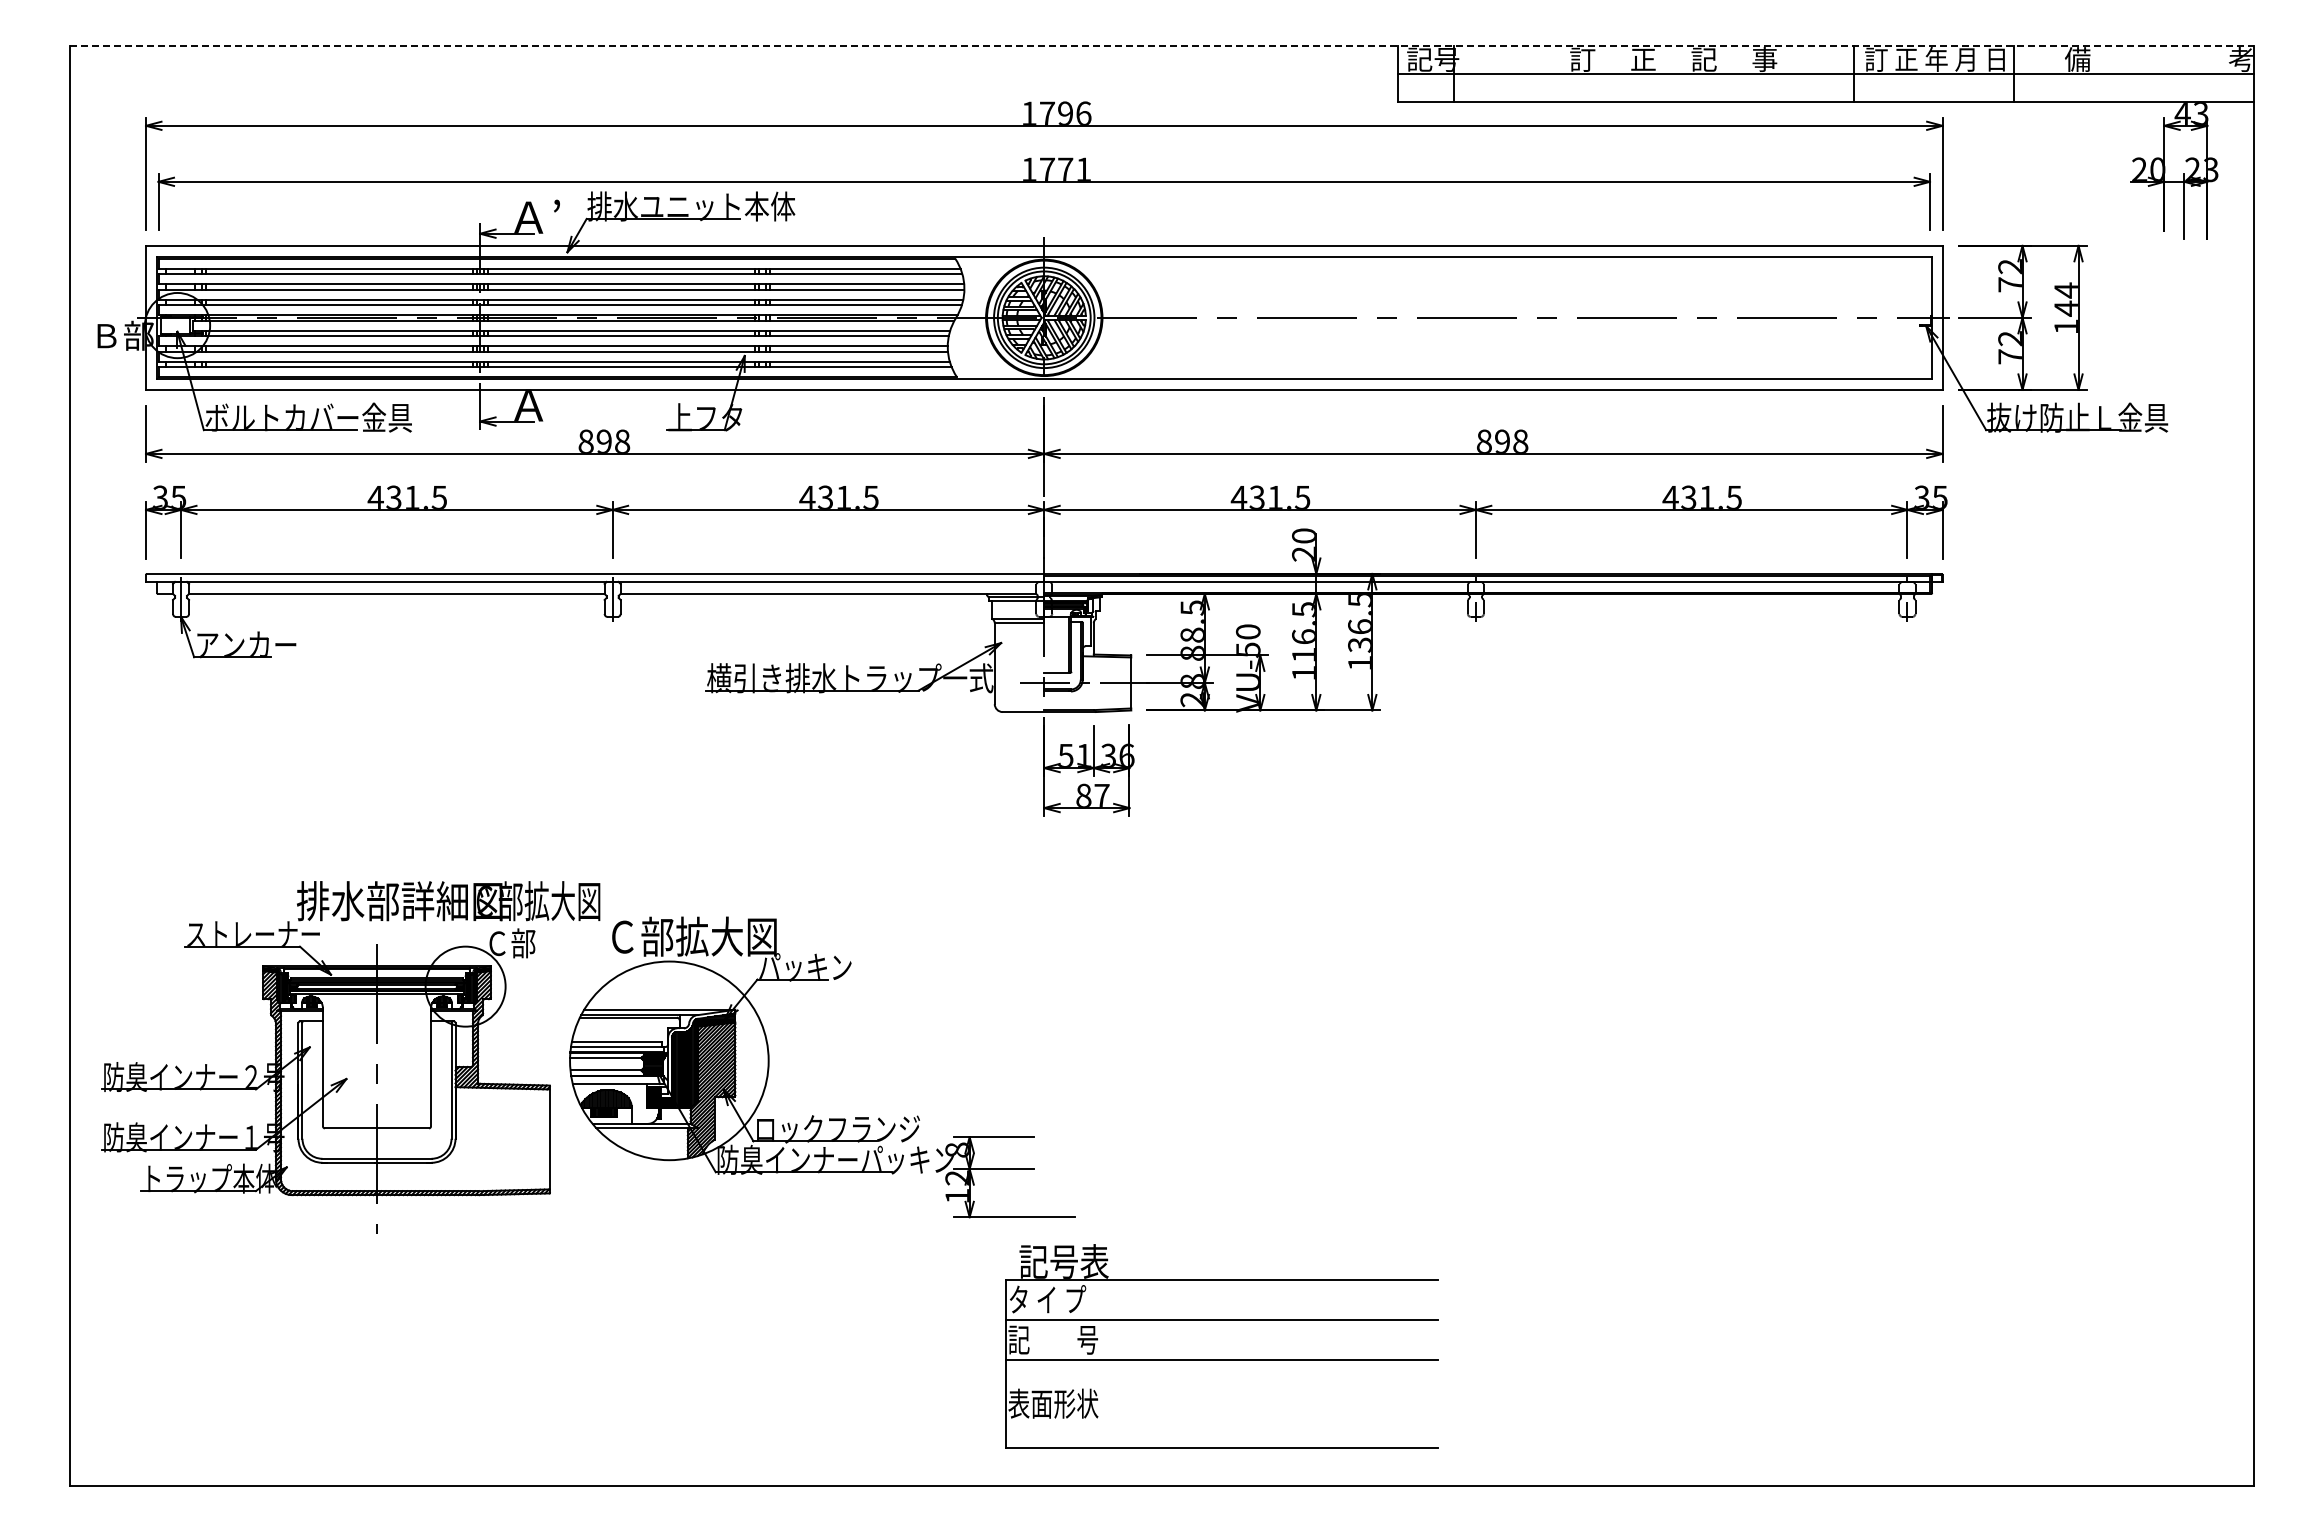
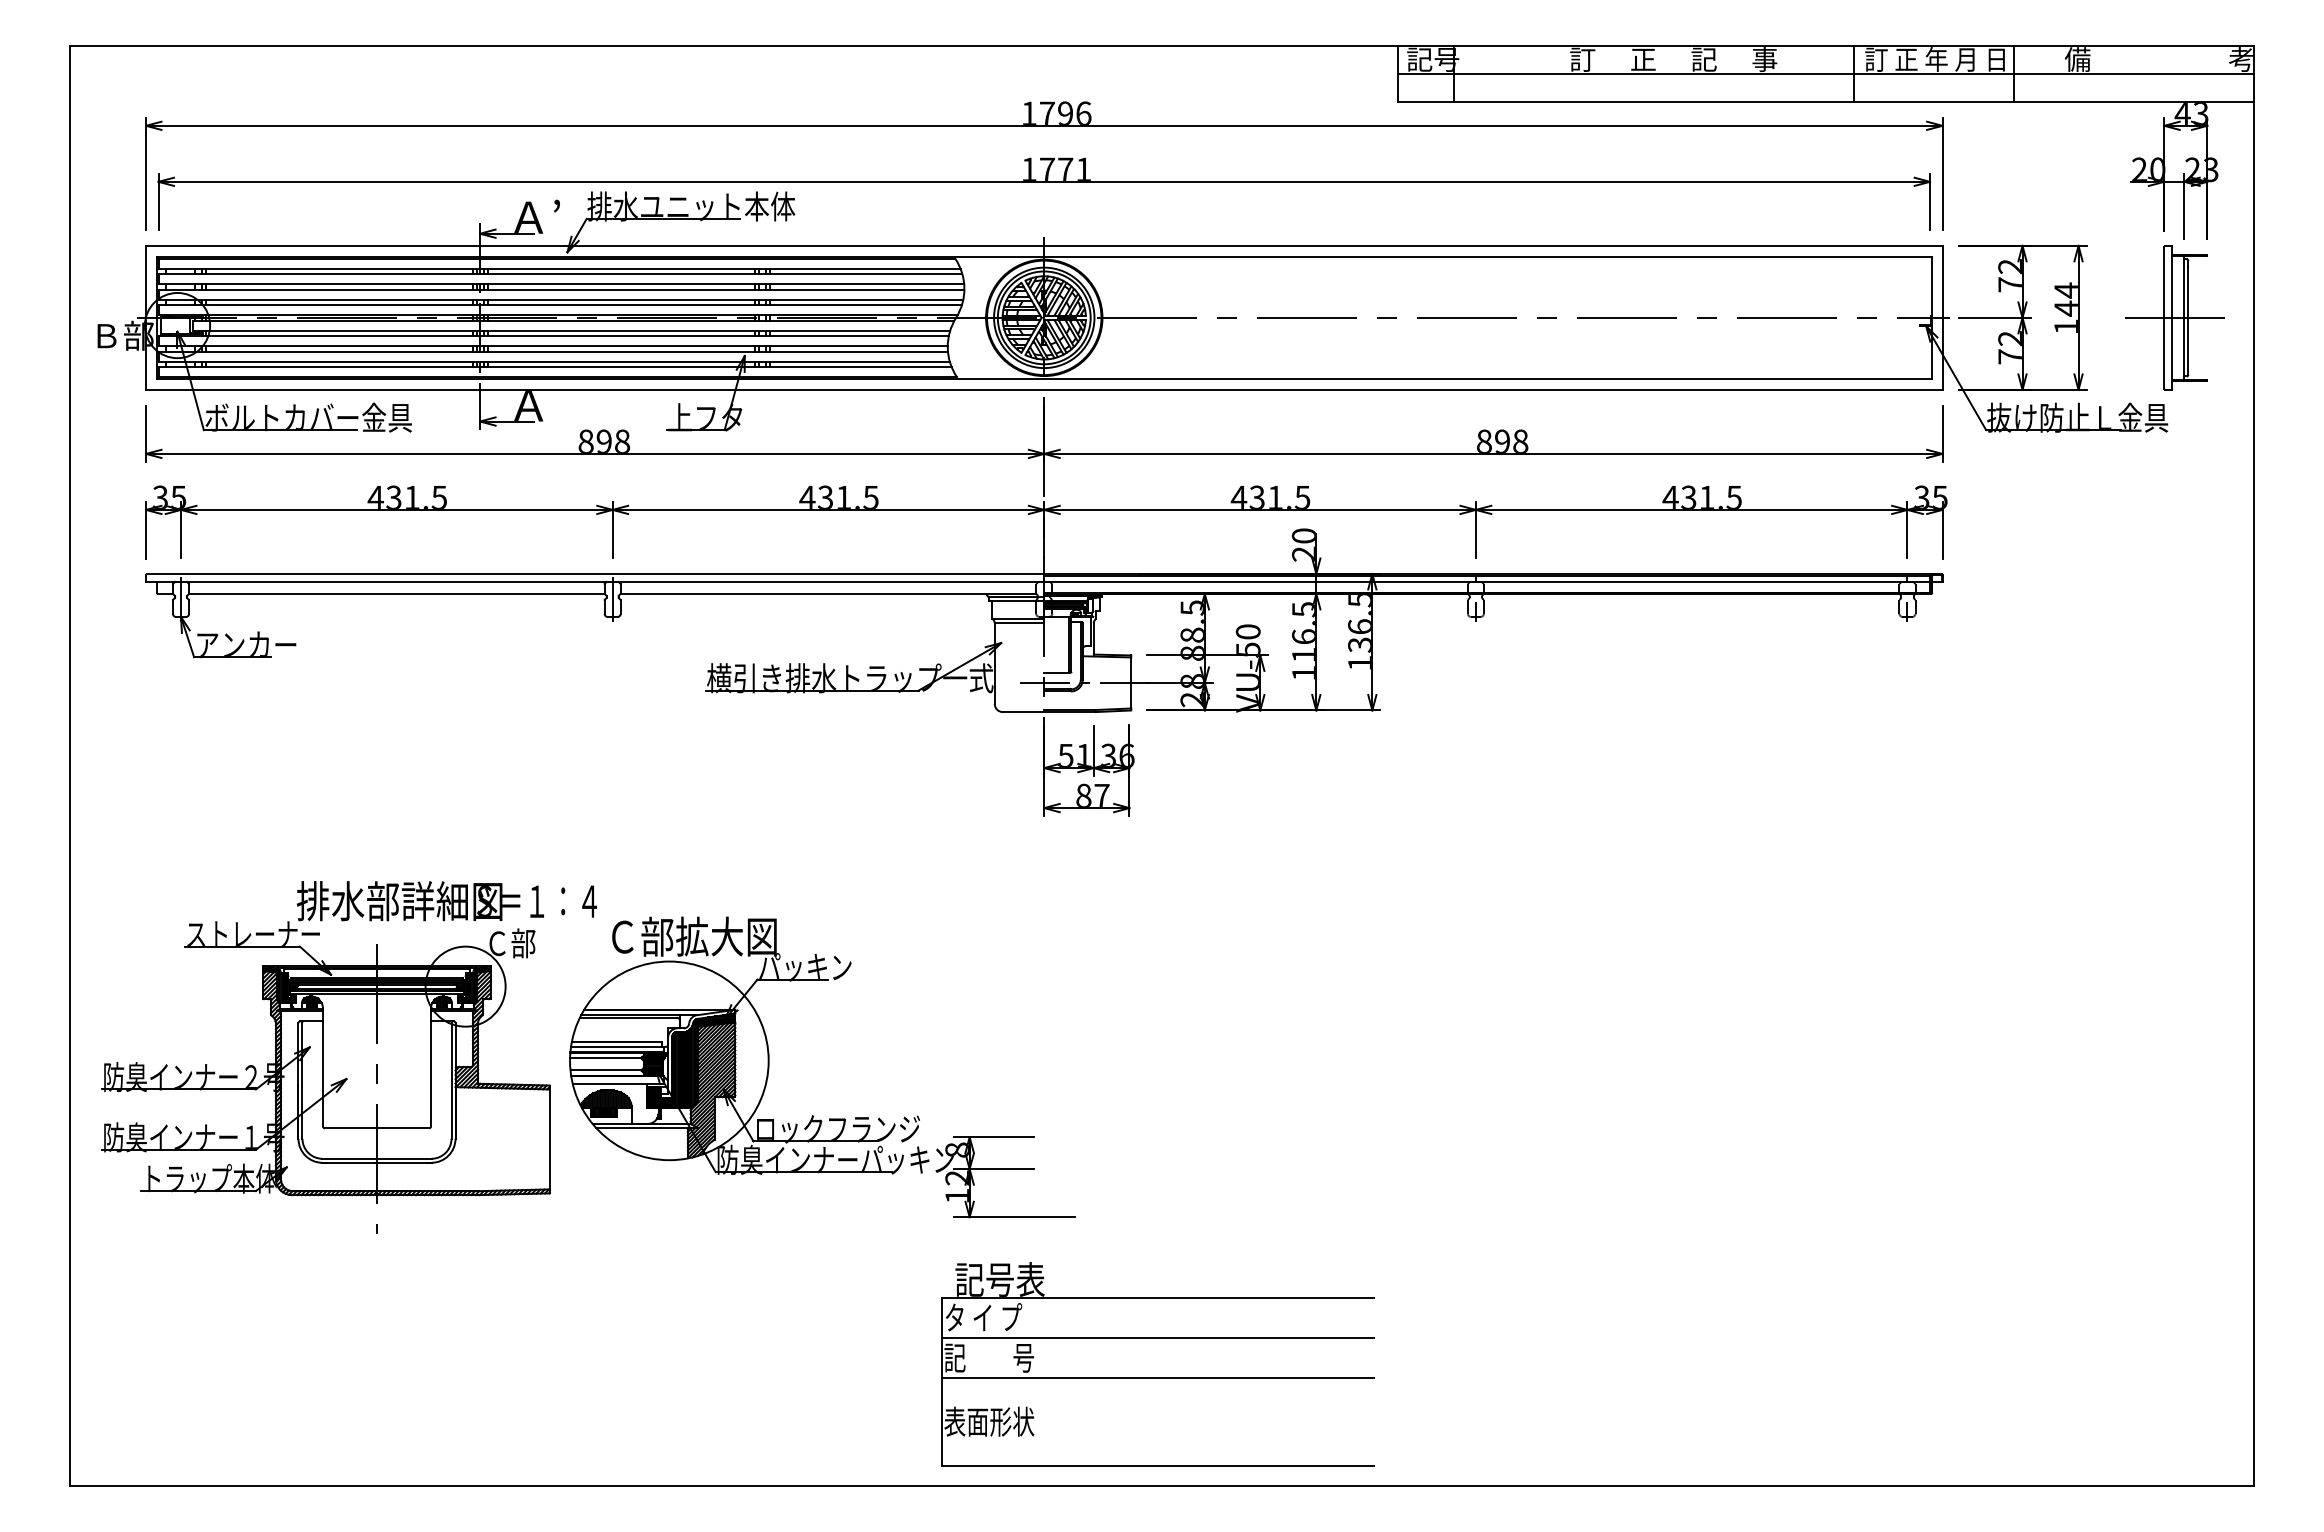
line at (1162, 45): dashed -> solid
part at (2174, 317): none -> present
text at (538, 901): Ｃ部拡大図 -> Ｓ＝１：４
part at (1221, 1359) position: (1221, 1359) -> (1157, 1377)
